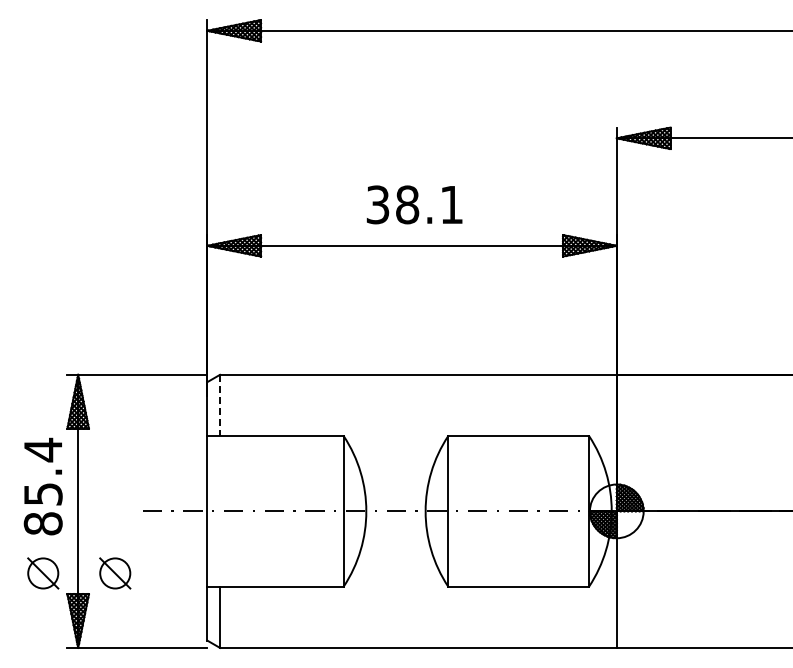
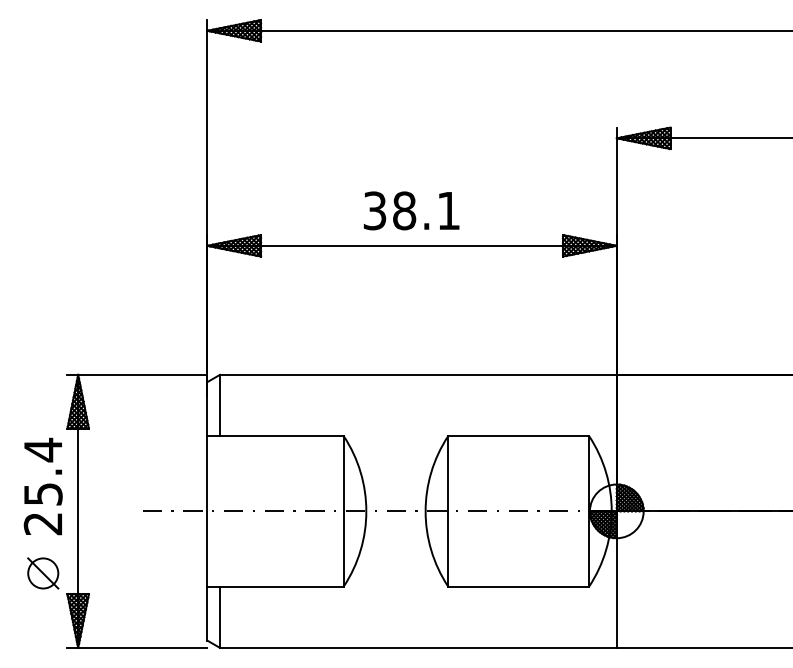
text at (414, 204) position: (414, 204) -> (411, 210)
line at (220, 405): dashed -> solid
text at (42, 523): 85.4 -> 25.4
part at (115, 573): present -> none
